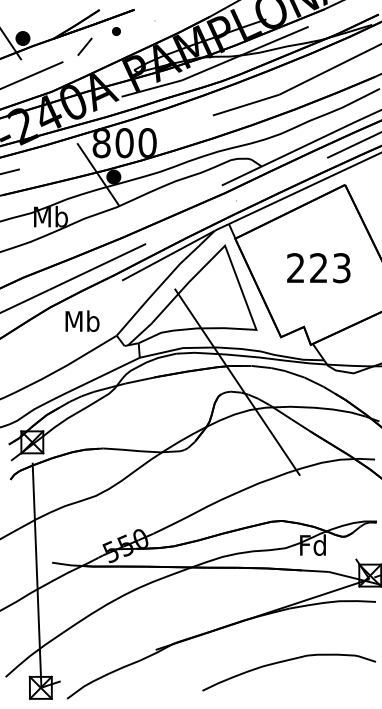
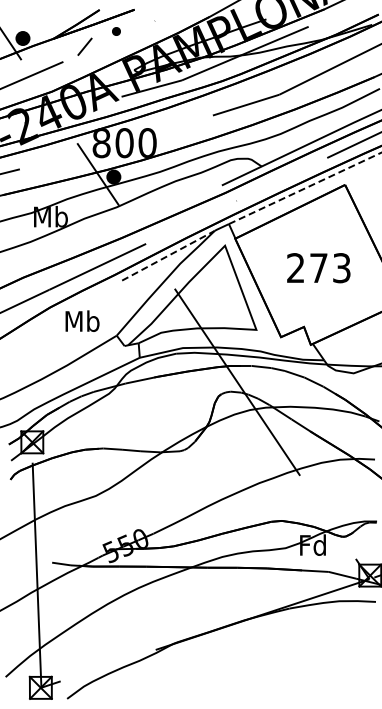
line at (305, 188): solid -> dashed
line at (168, 255): solid -> dashed
text at (318, 267): 223 -> 273
curve at (287, 661): present -> none
